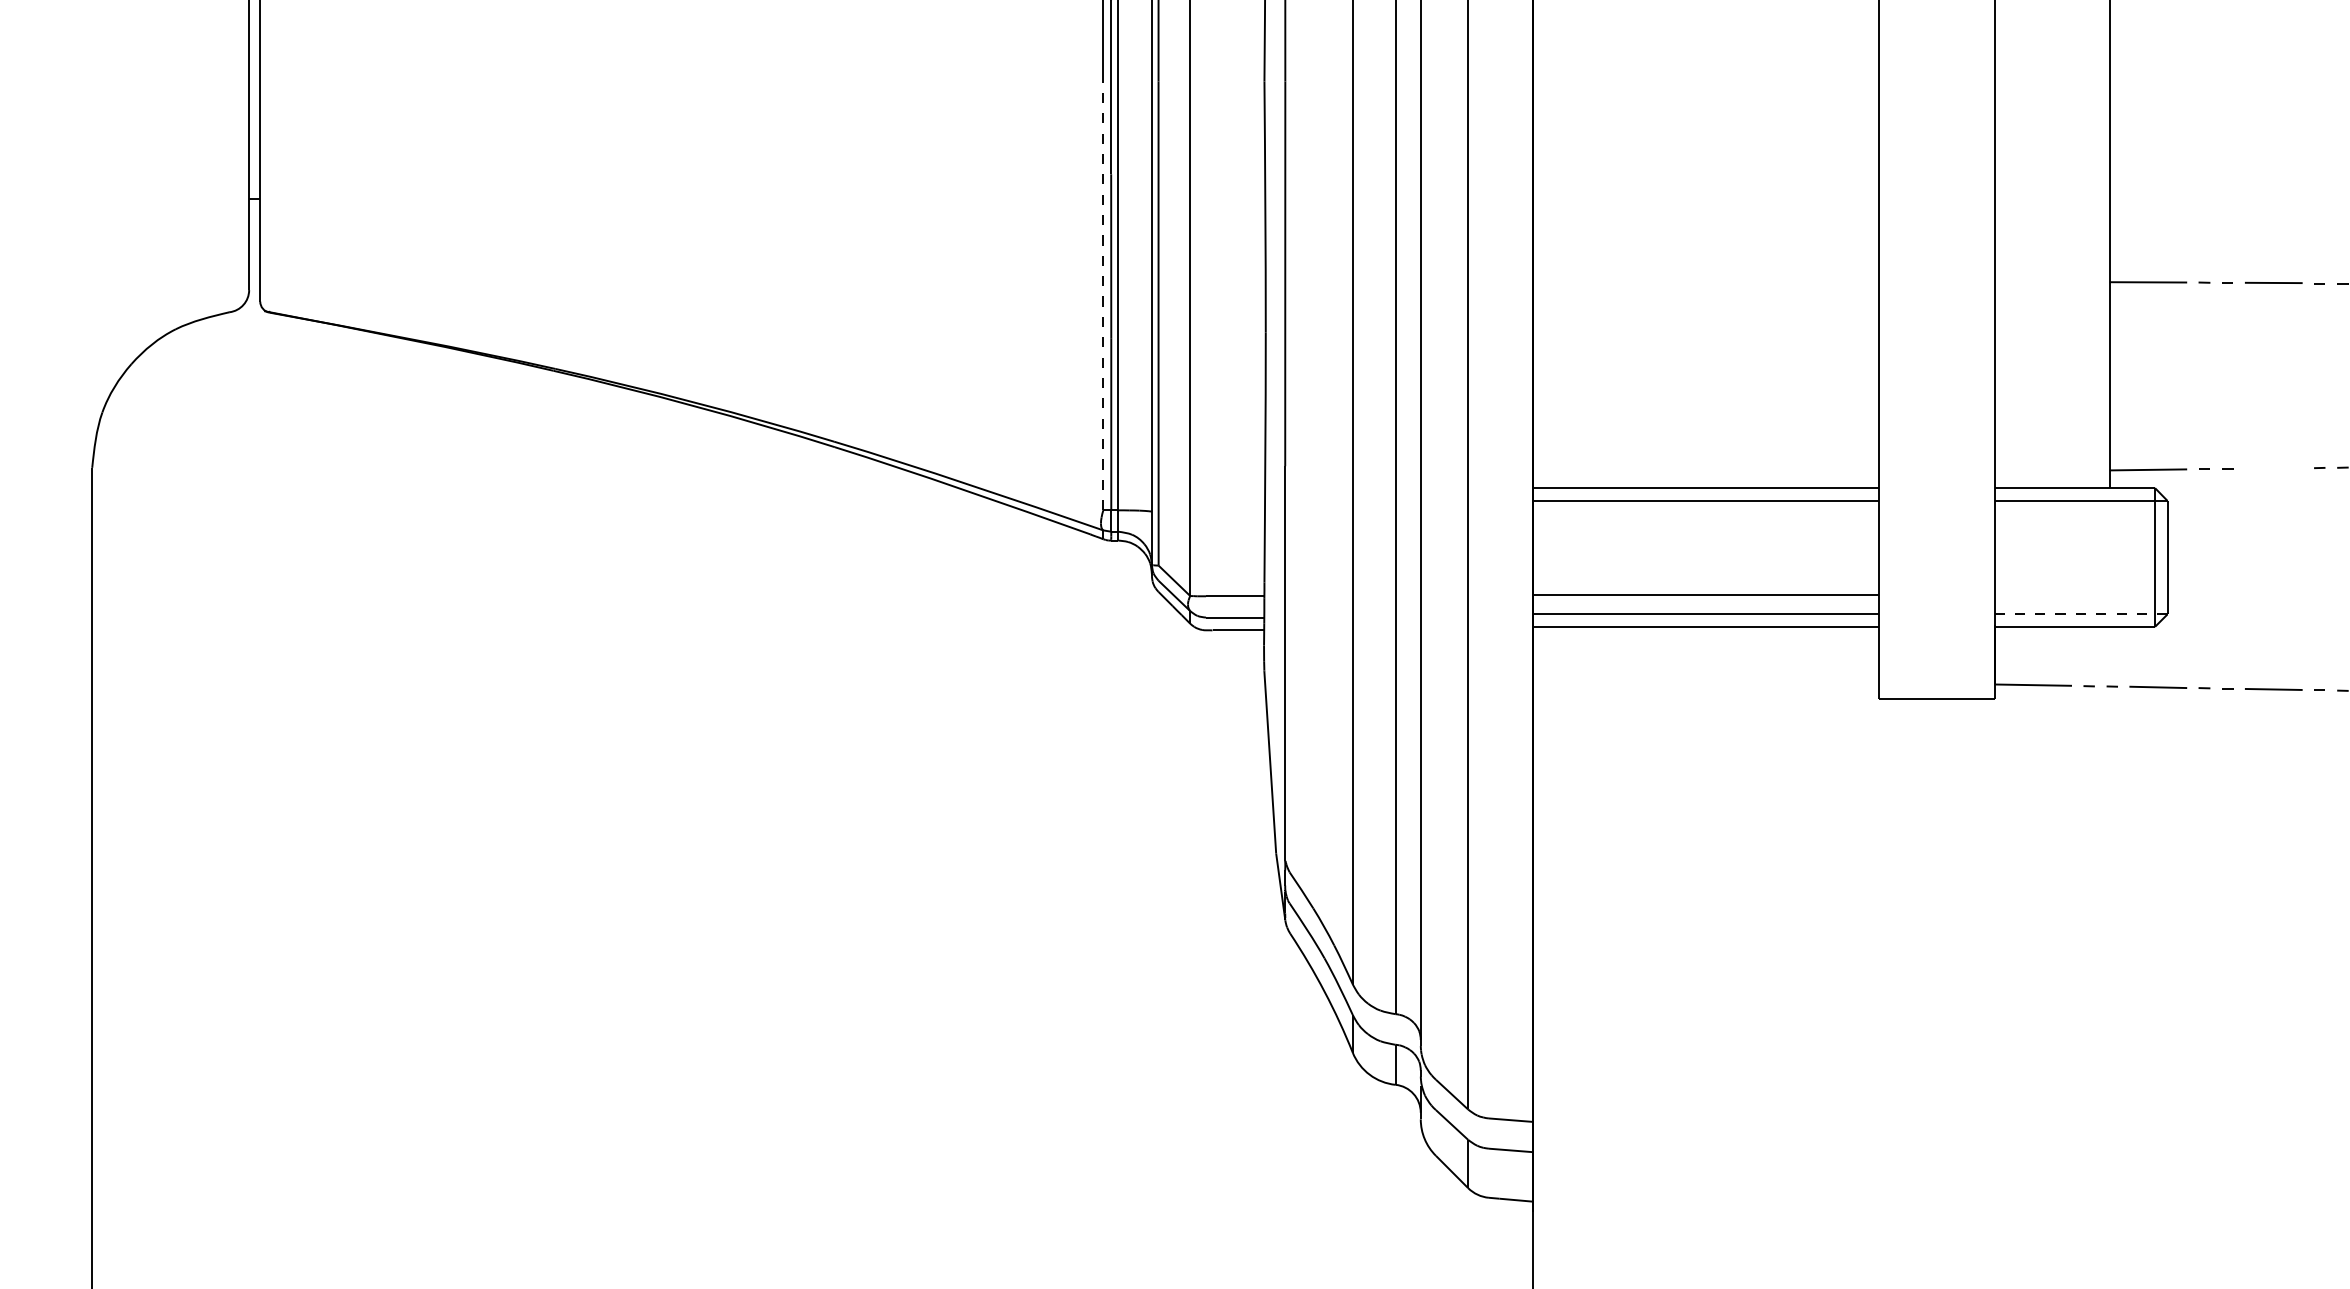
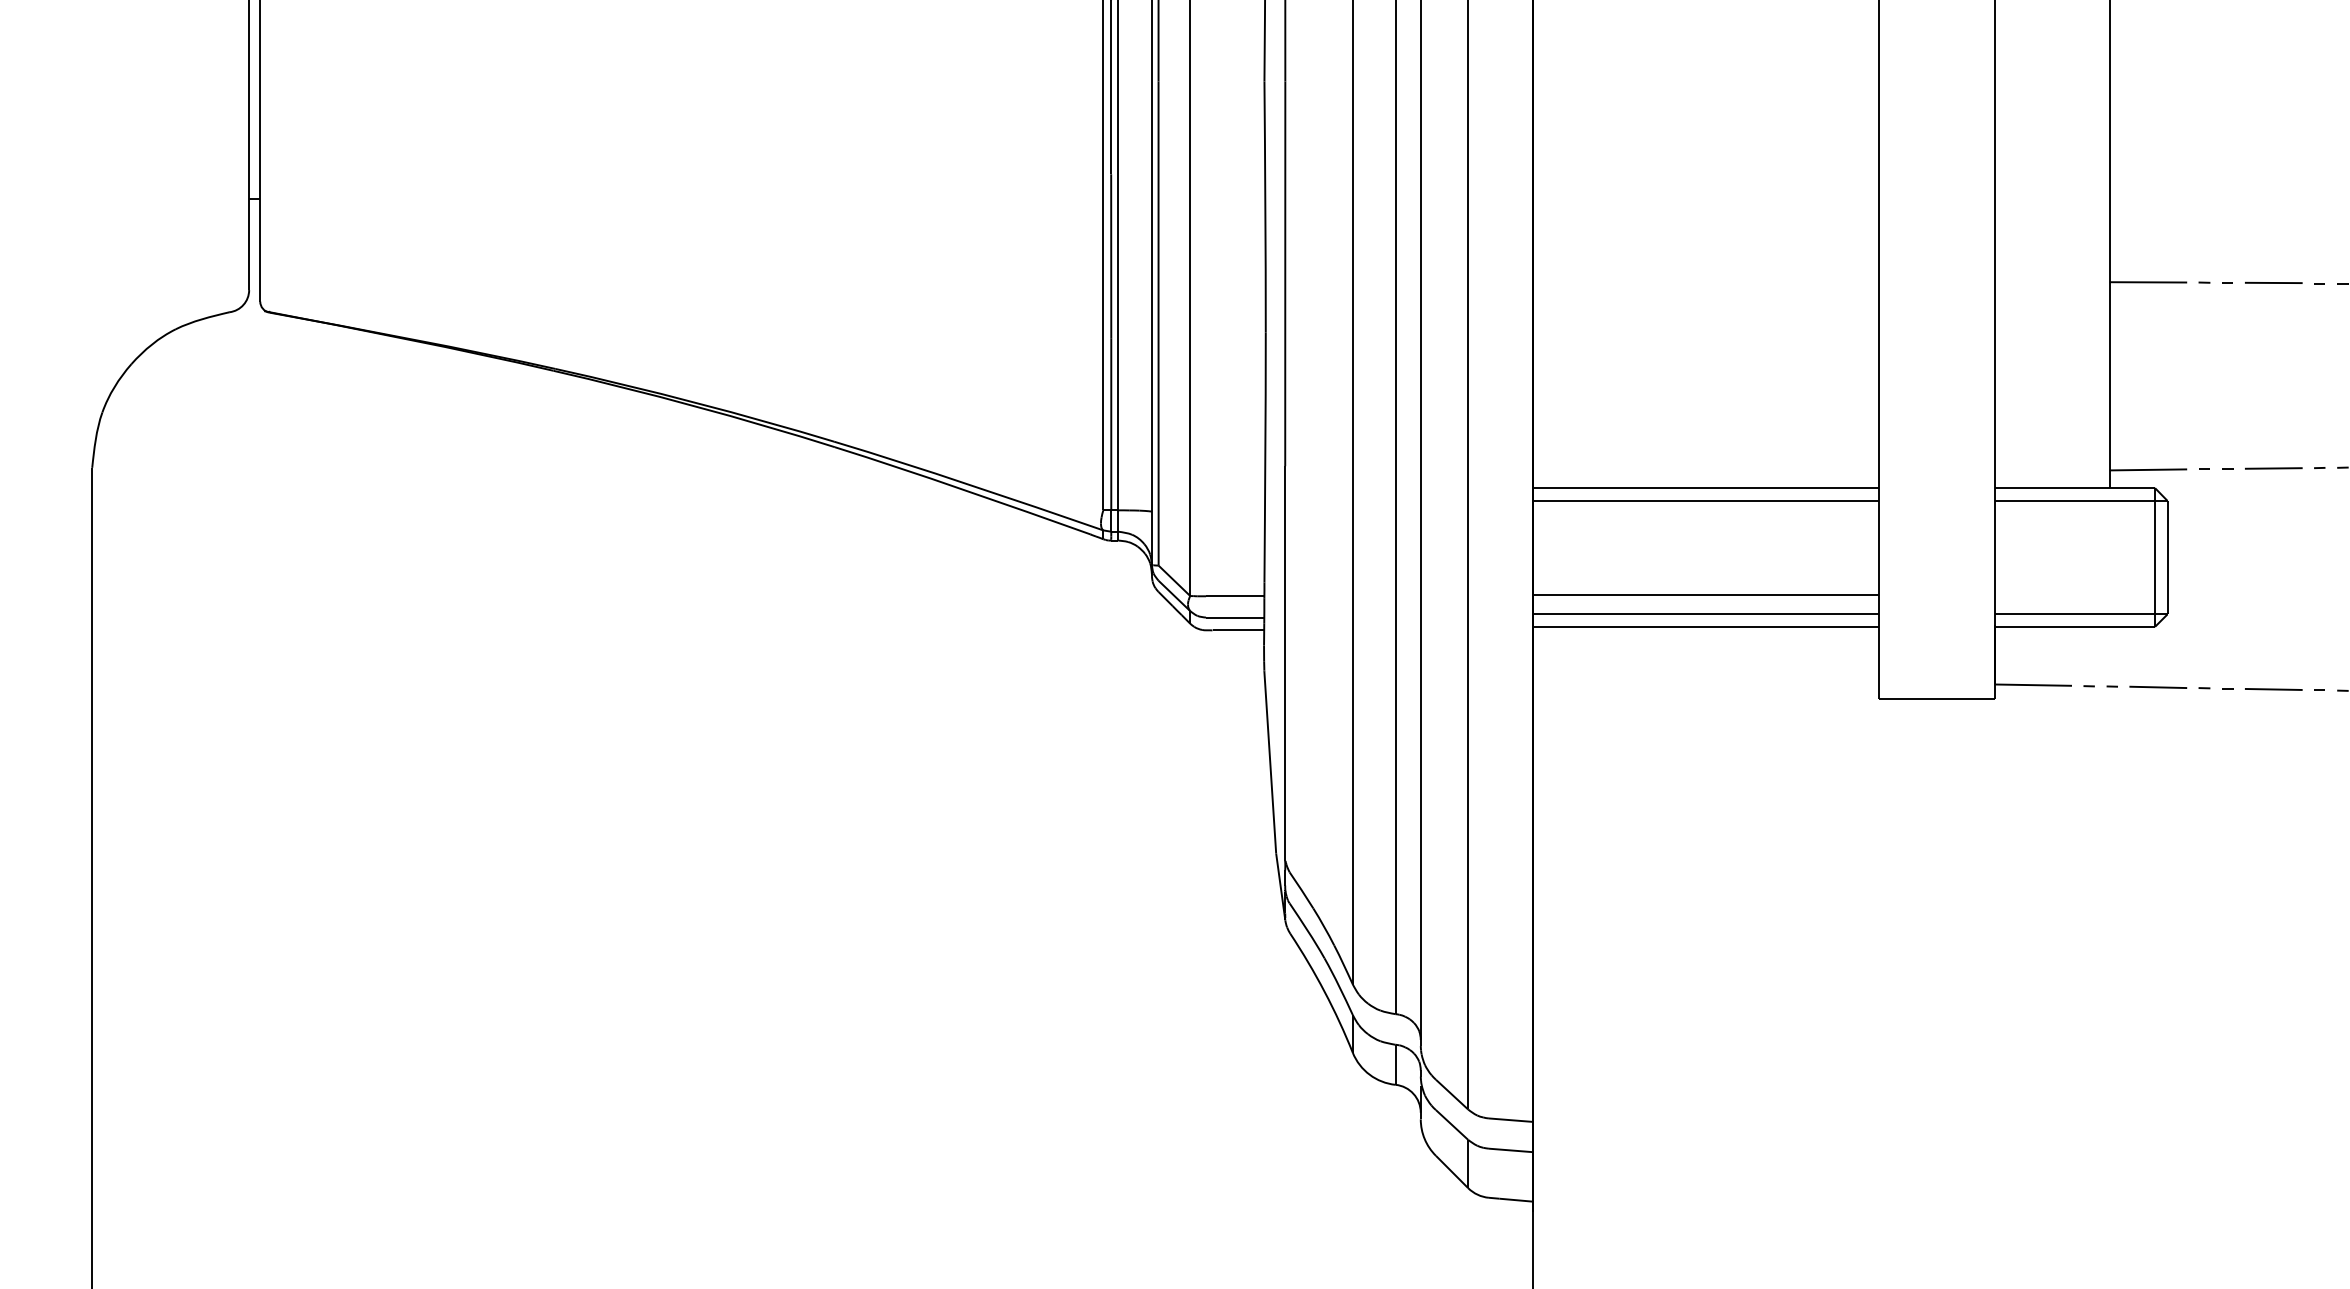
line at (1103, 295): dashed -> solid
line at (2273, 468): none -> present
line at (2080, 614): dashed -> solid
